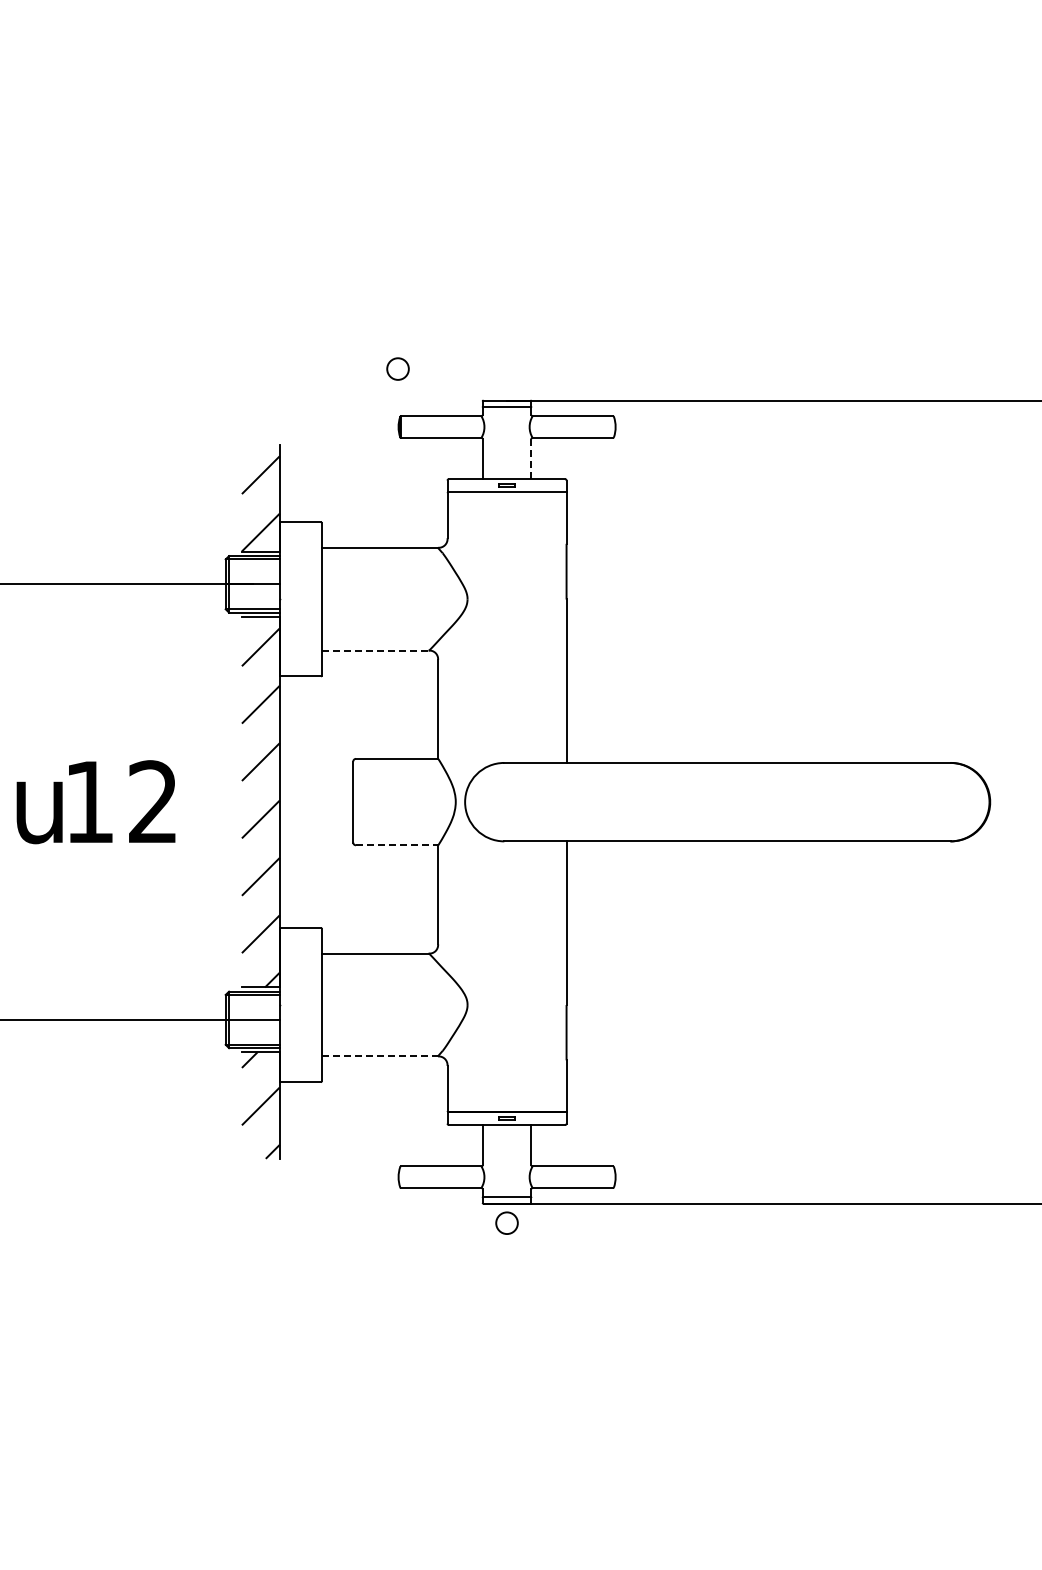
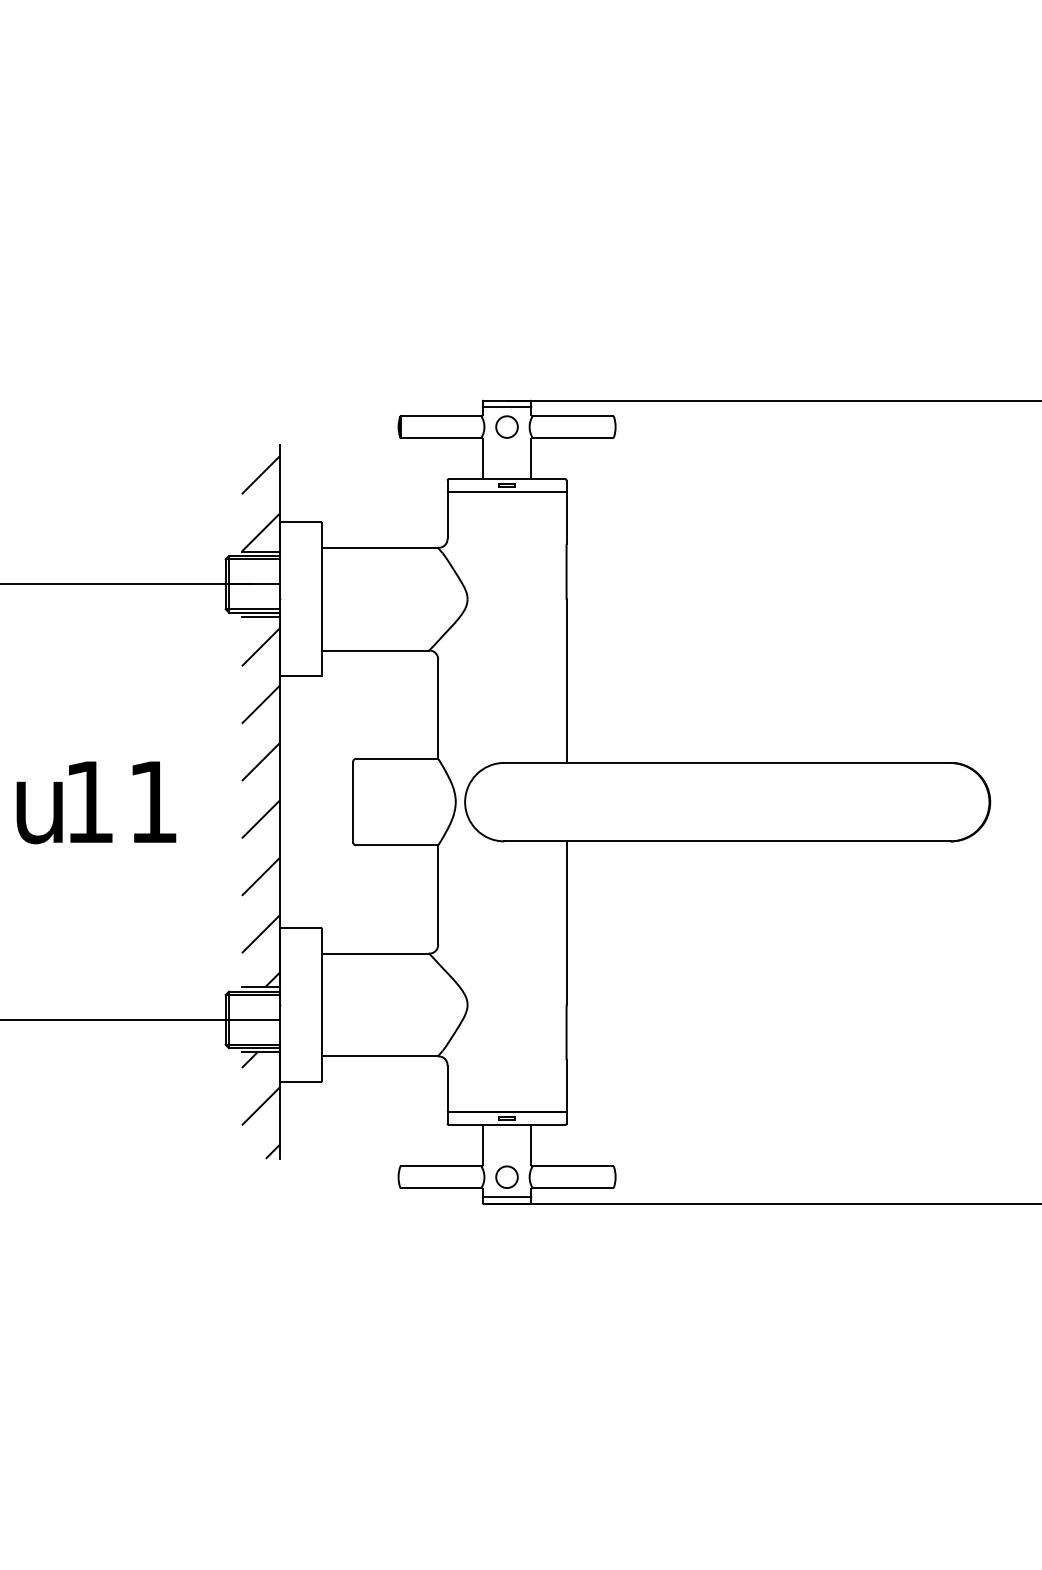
circle at (397, 368) position: (397, 368) -> (506, 426)
line at (531, 458): dashed -> solid
line at (375, 650): dashed -> solid
text at (152, 801): 12 -> 11
line at (397, 845): dashed -> solid
line at (380, 1056): dashed -> solid
circle at (506, 1222) position: (506, 1222) -> (506, 1176)
